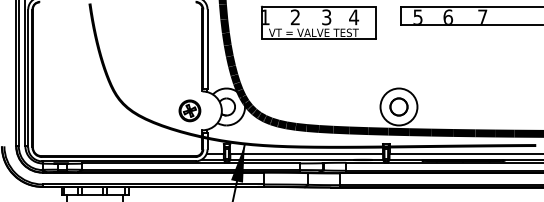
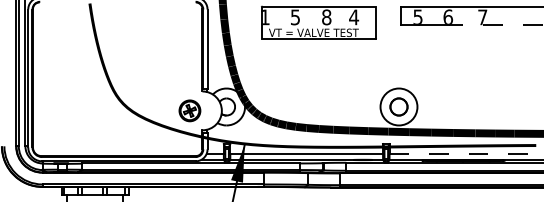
text at (295, 17): 2 -> 5
text at (326, 17): 3 -> 8
line at (495, 25): solid -> dashed
line at (467, 153): solid -> dashed
